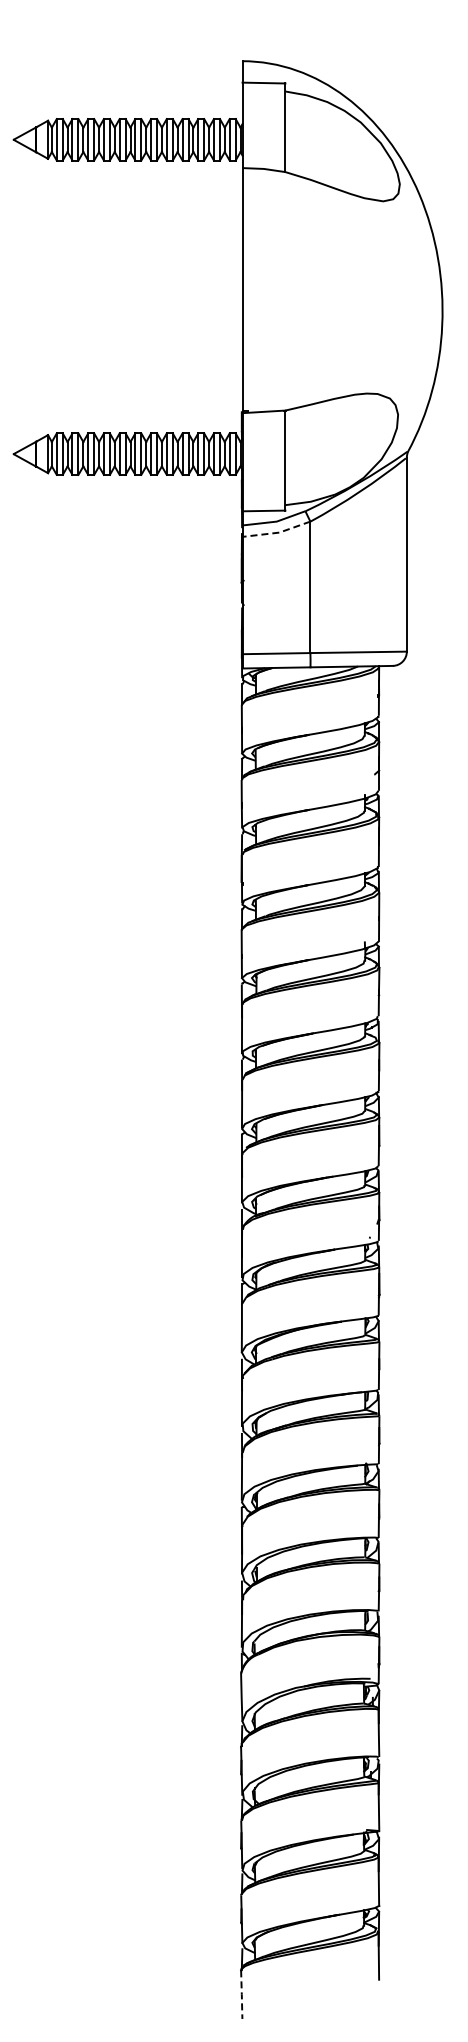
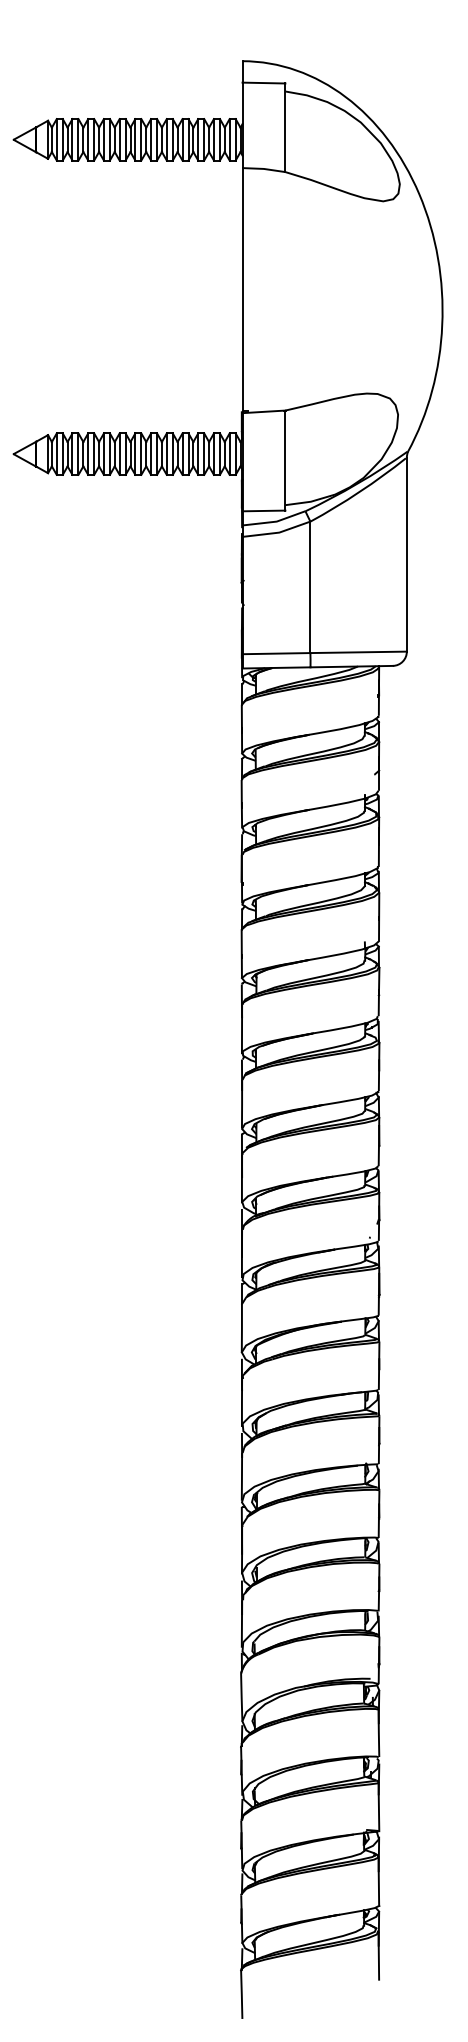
line at (277, 532): dashed -> solid
line at (241, 1994): dashed -> solid
